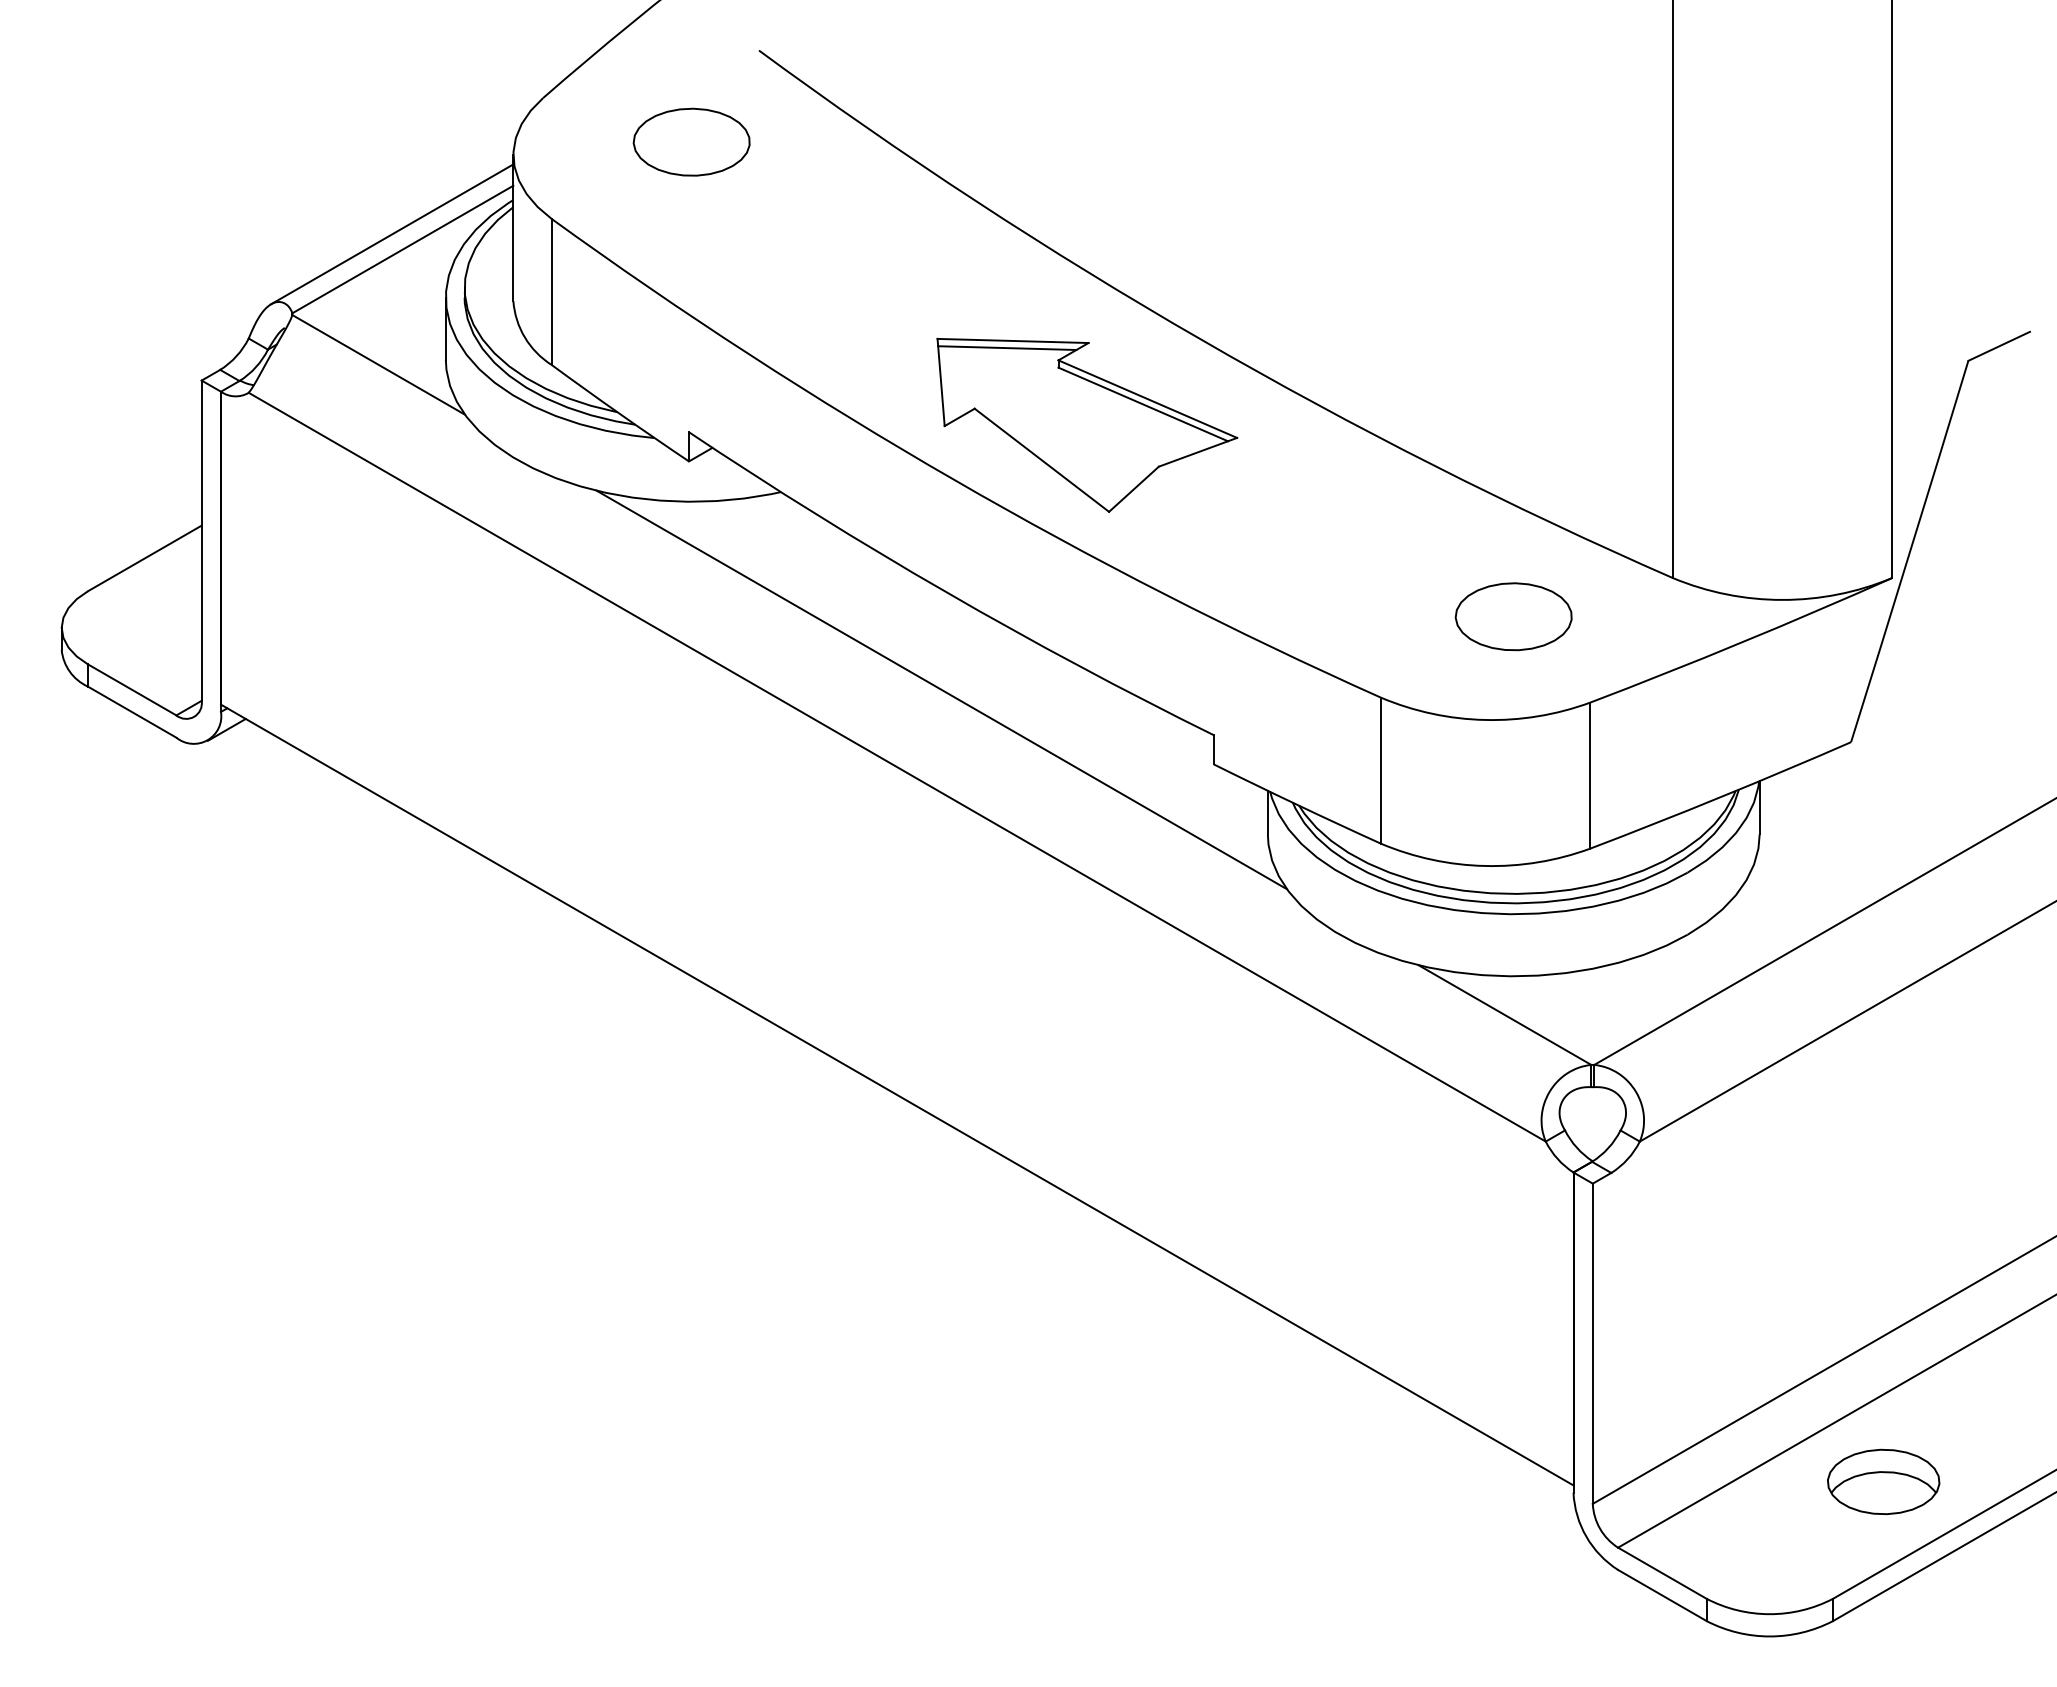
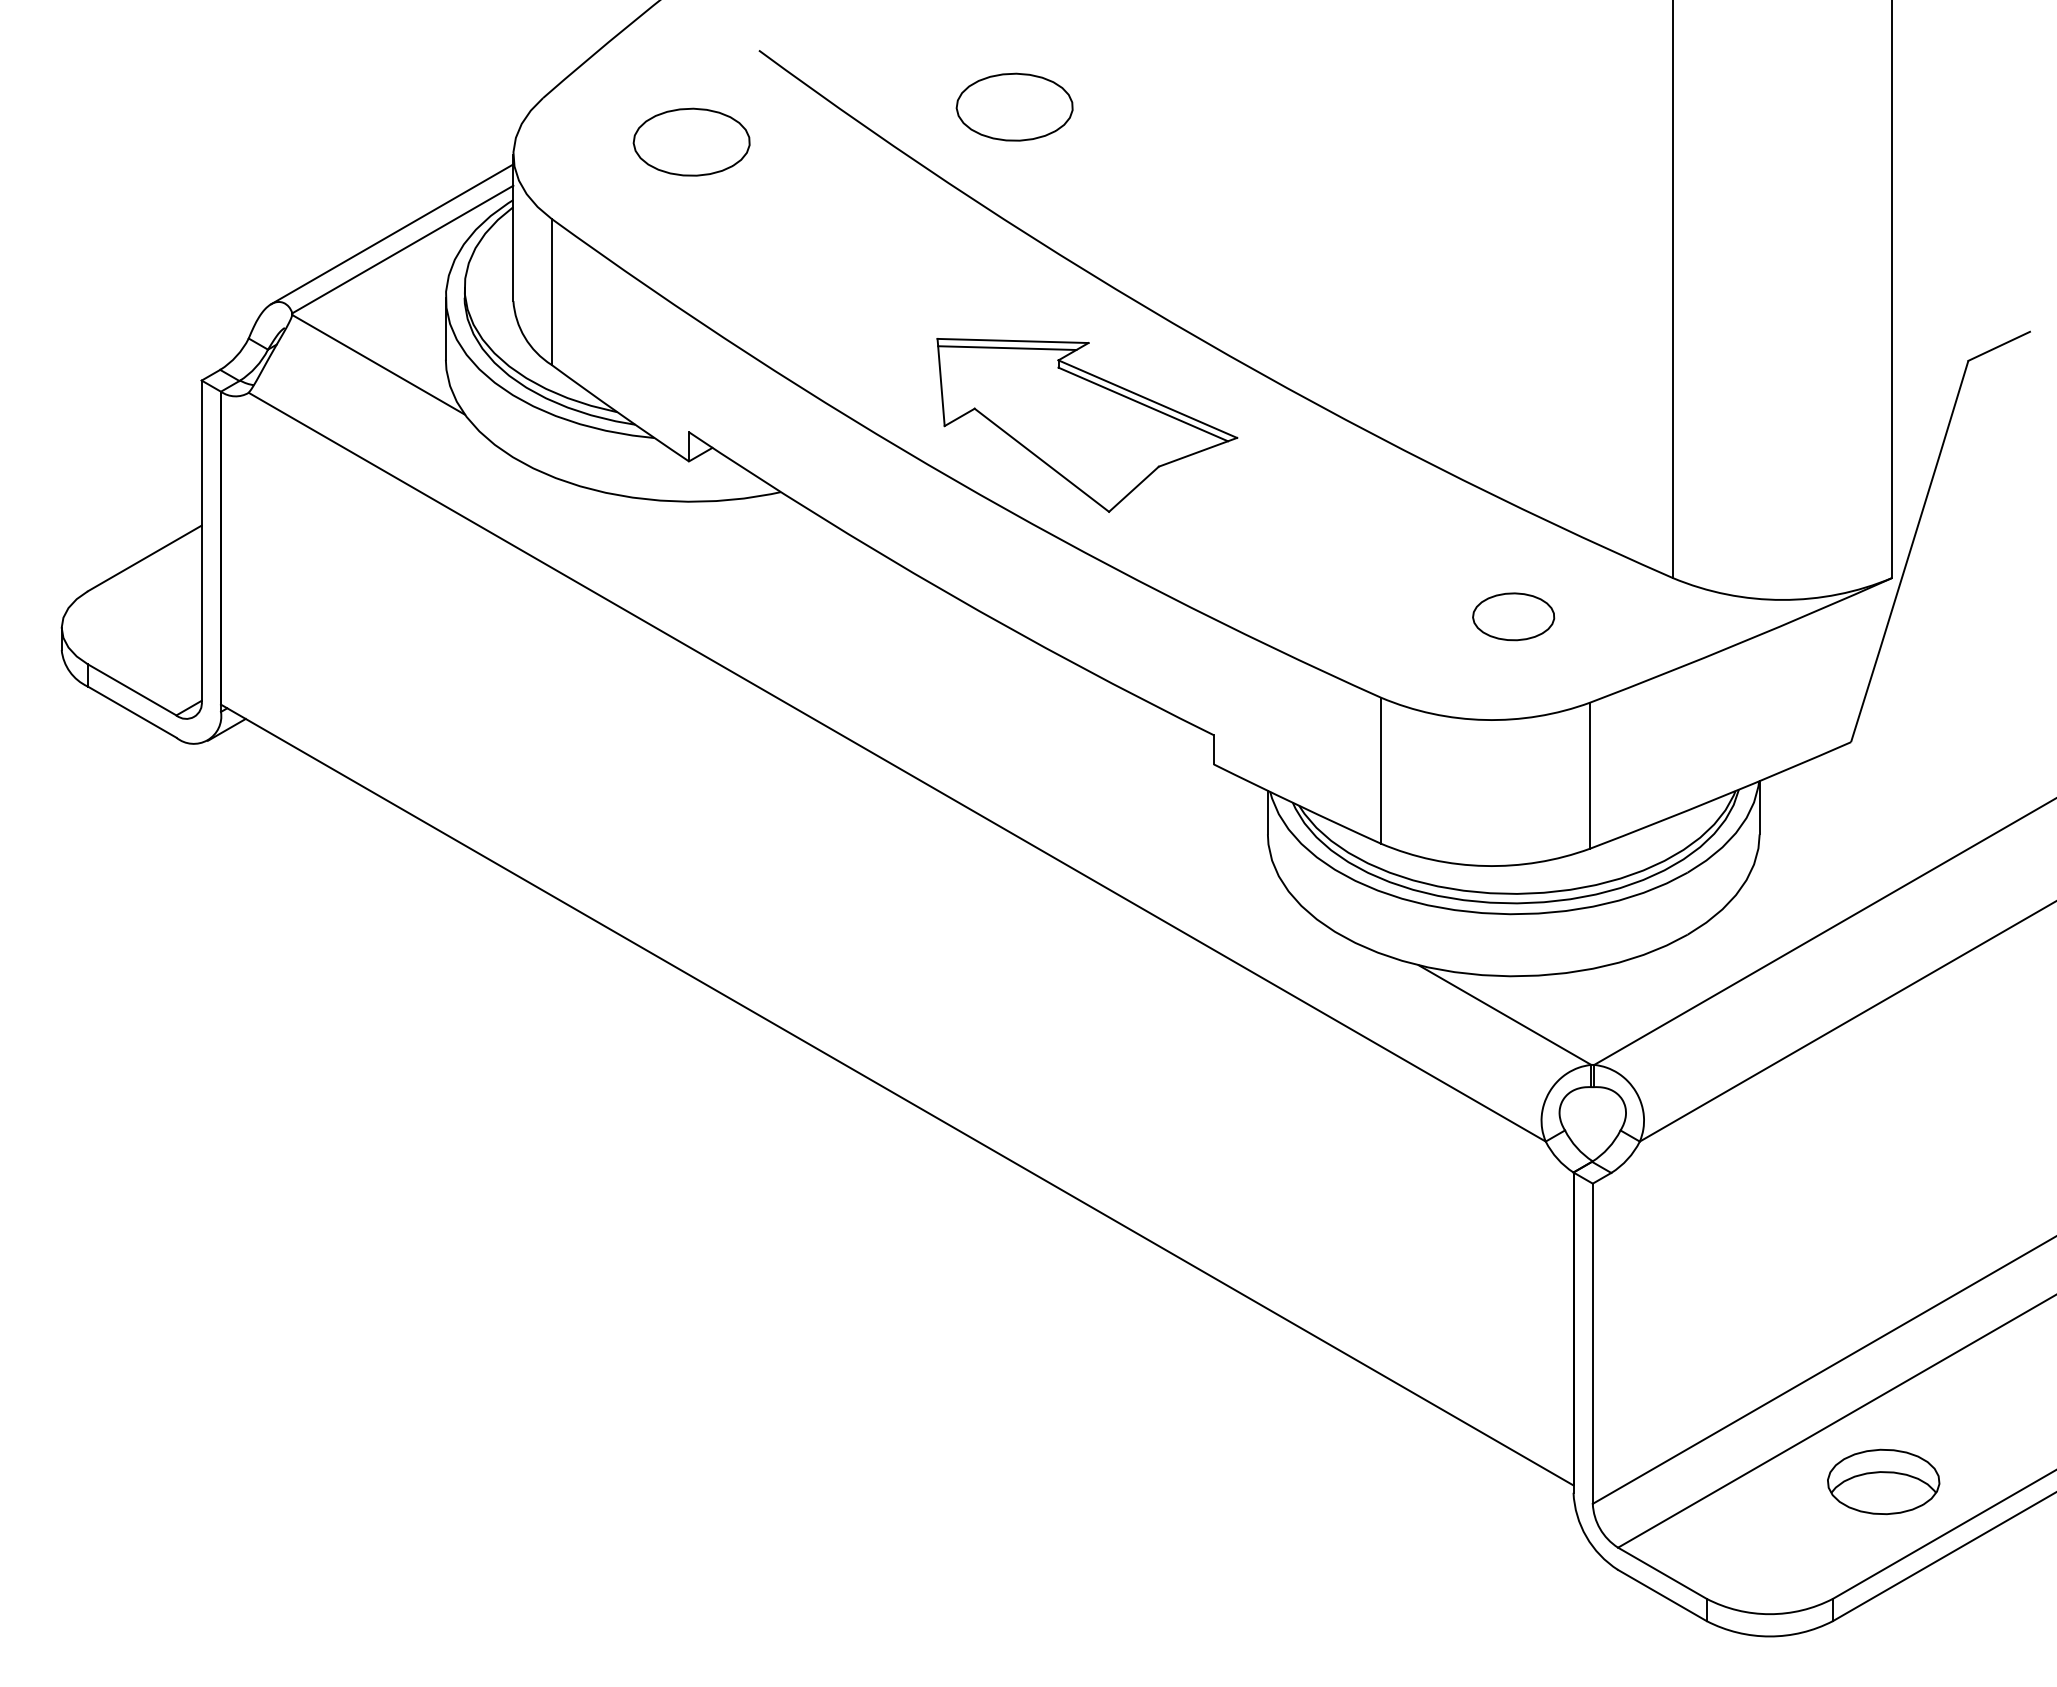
part at (1014, 106): none -> present
part at (1513, 616) size: 119x70 px -> 84x50 px
line at (941, 689): present -> none
